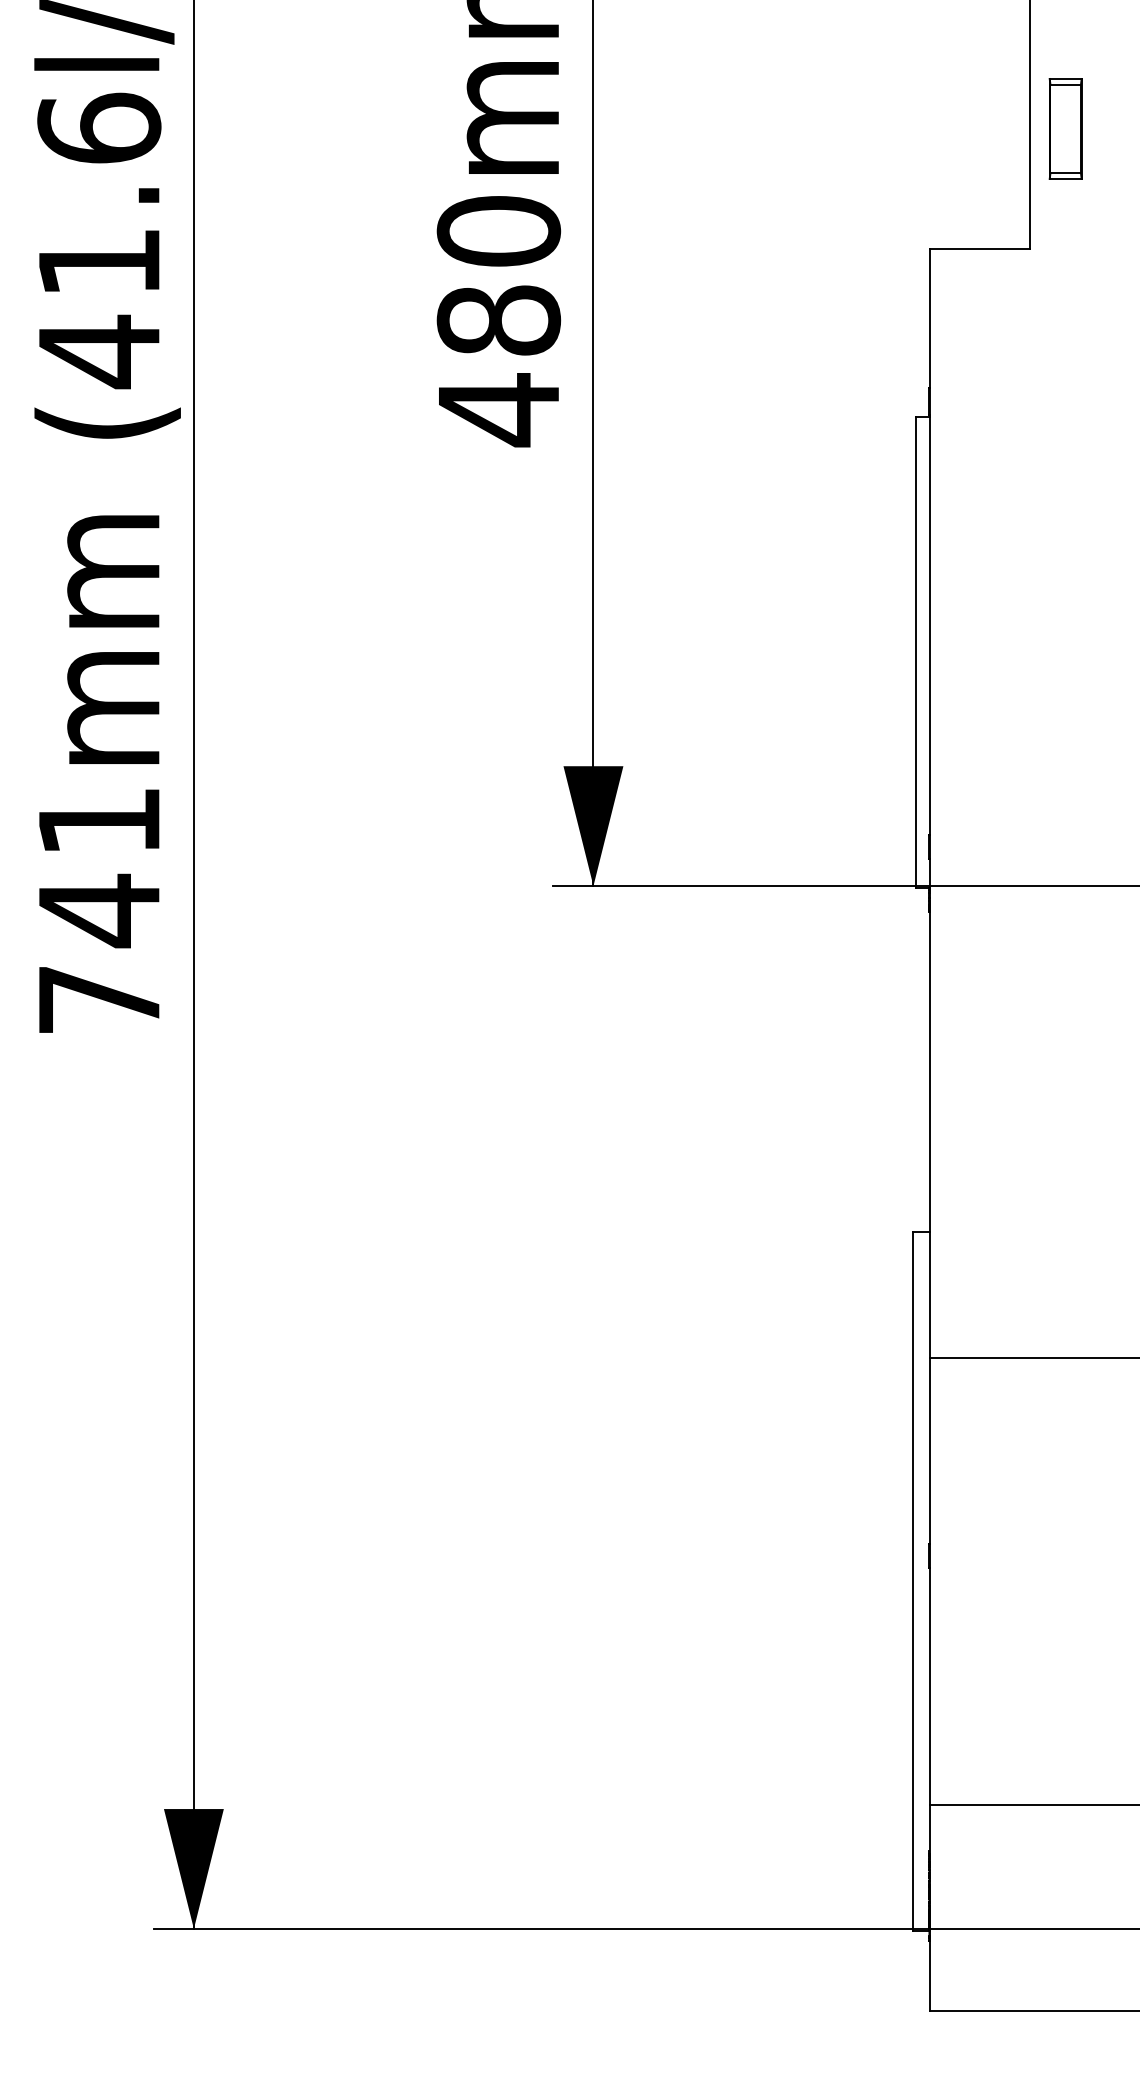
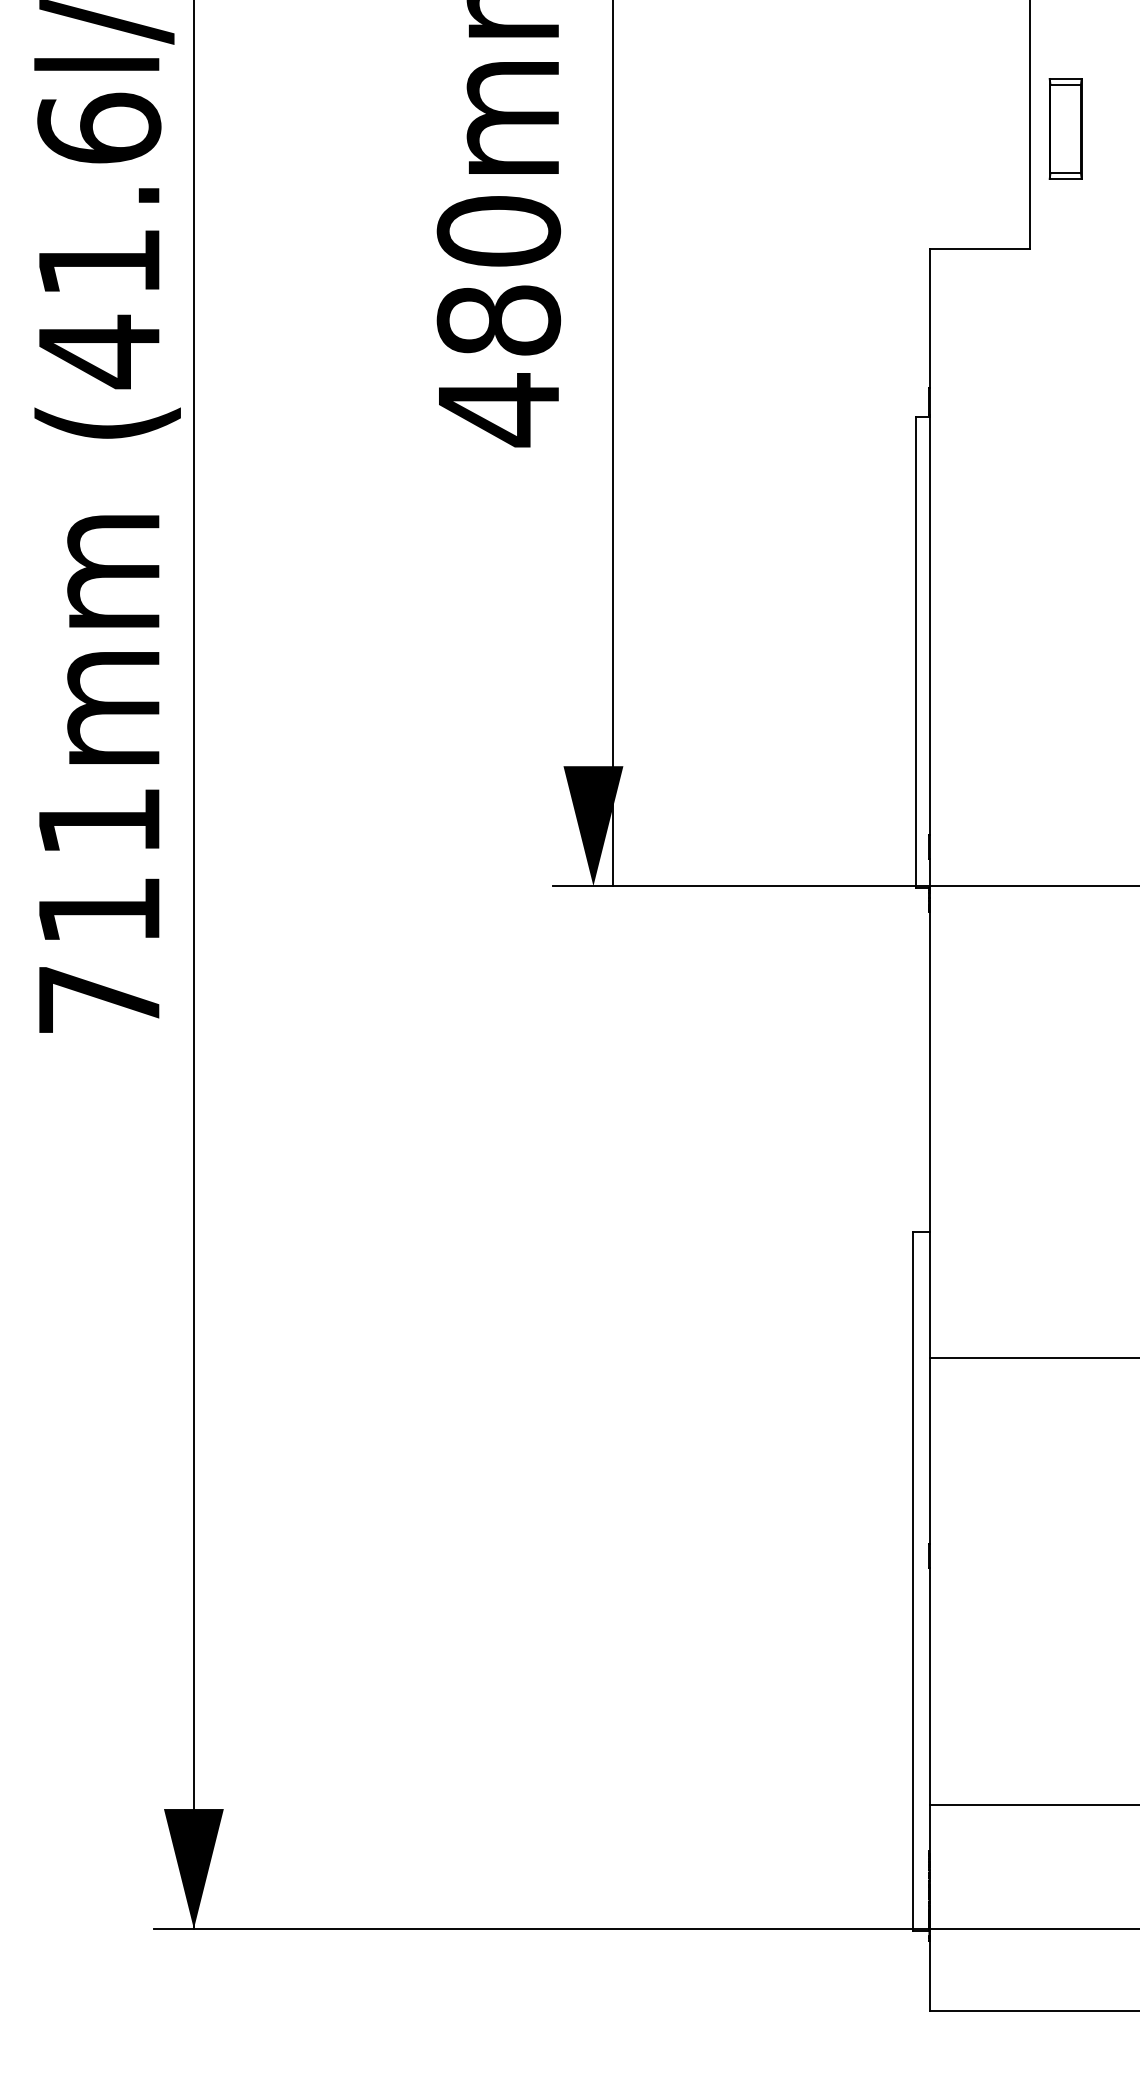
line at (593, 444) position: (593, 444) -> (613, 444)
text at (99, 910): 741mm -> 711mm
